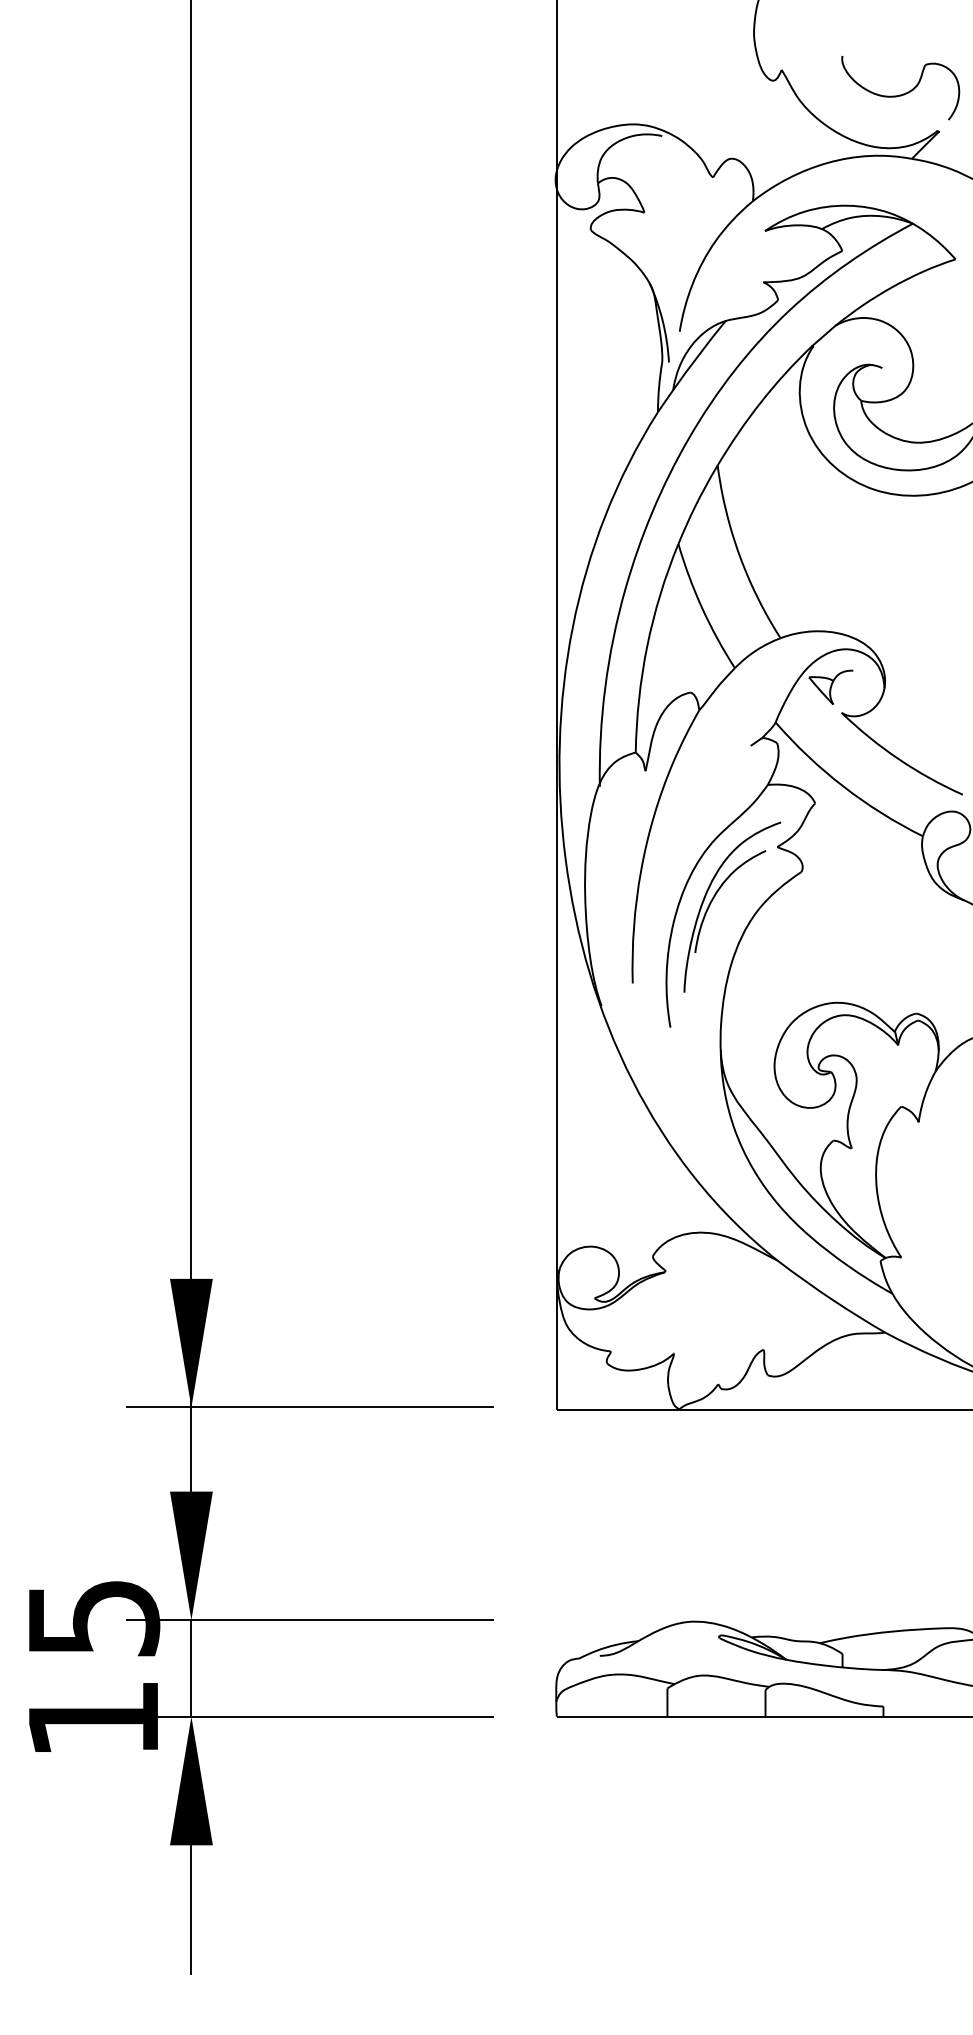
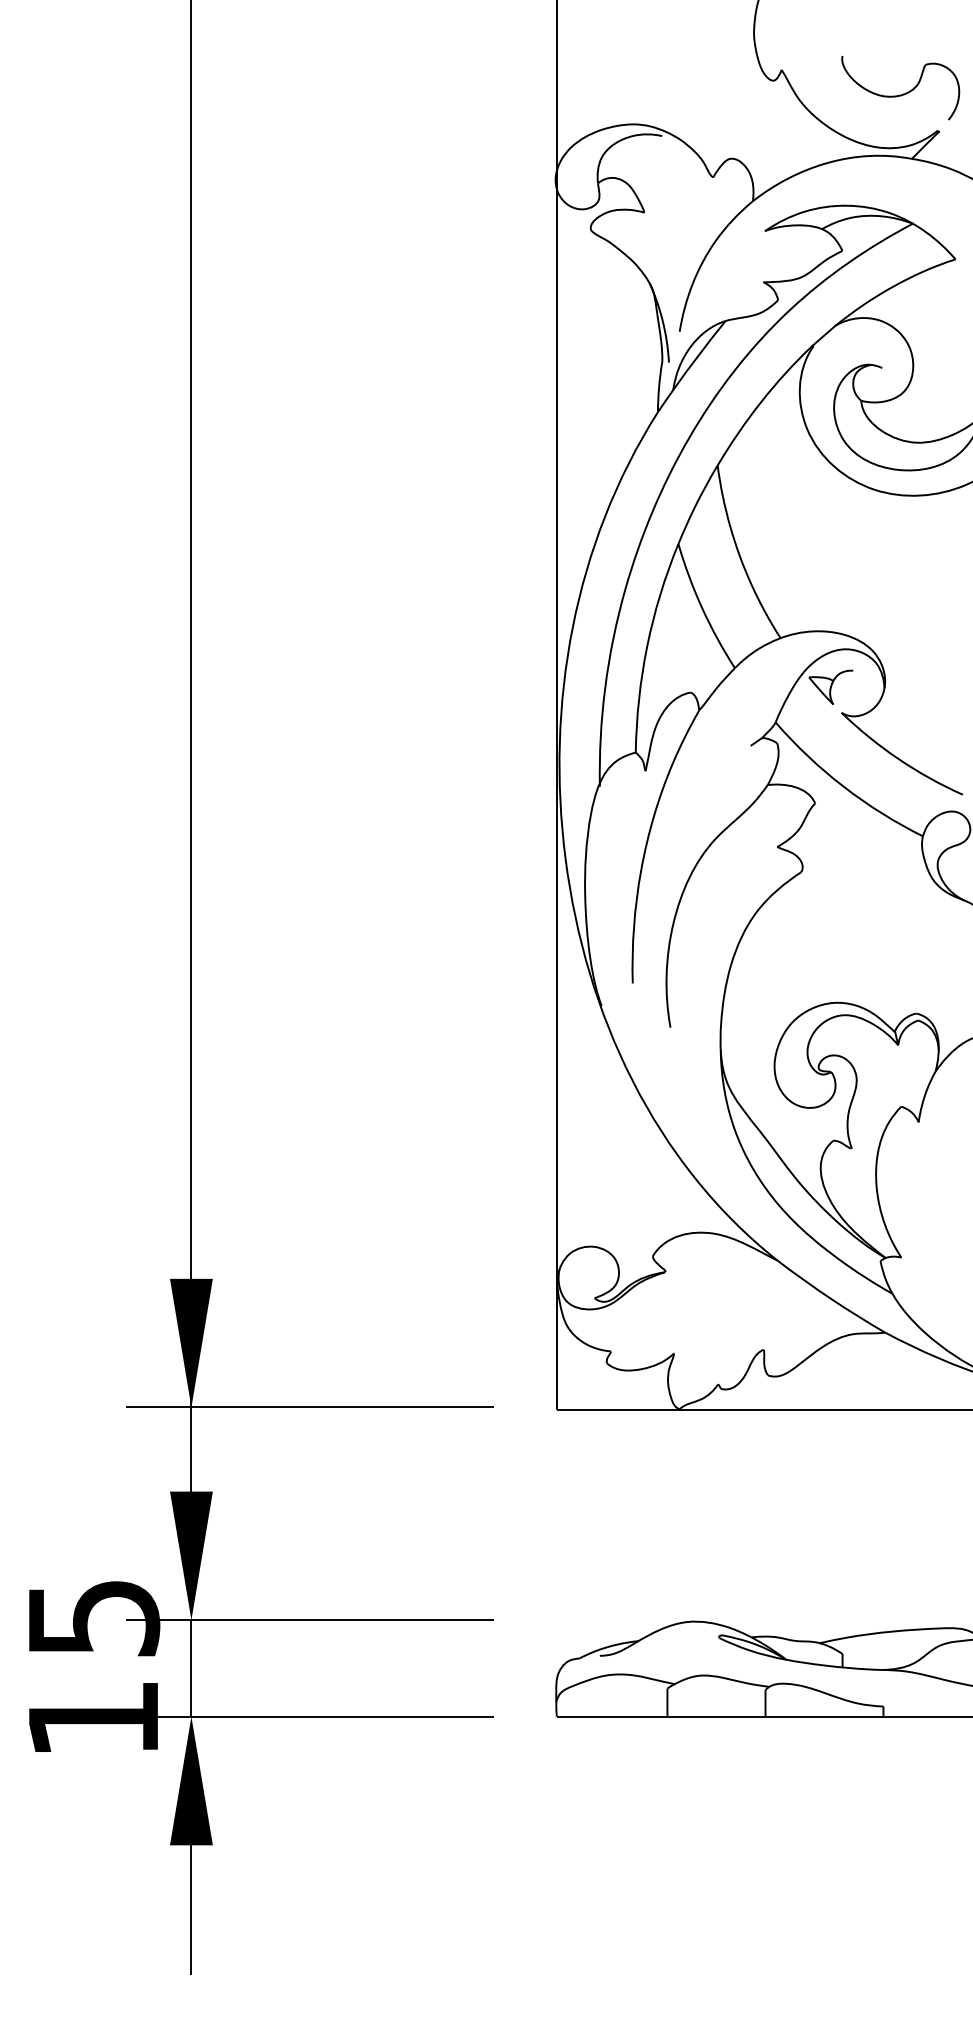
part at (714, 898): present -> none
